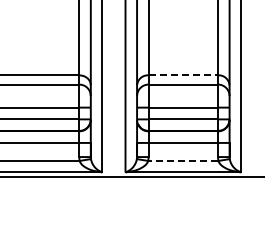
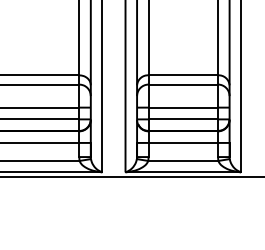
line at (183, 75): dashed -> solid
line at (182, 160): dashed -> solid
